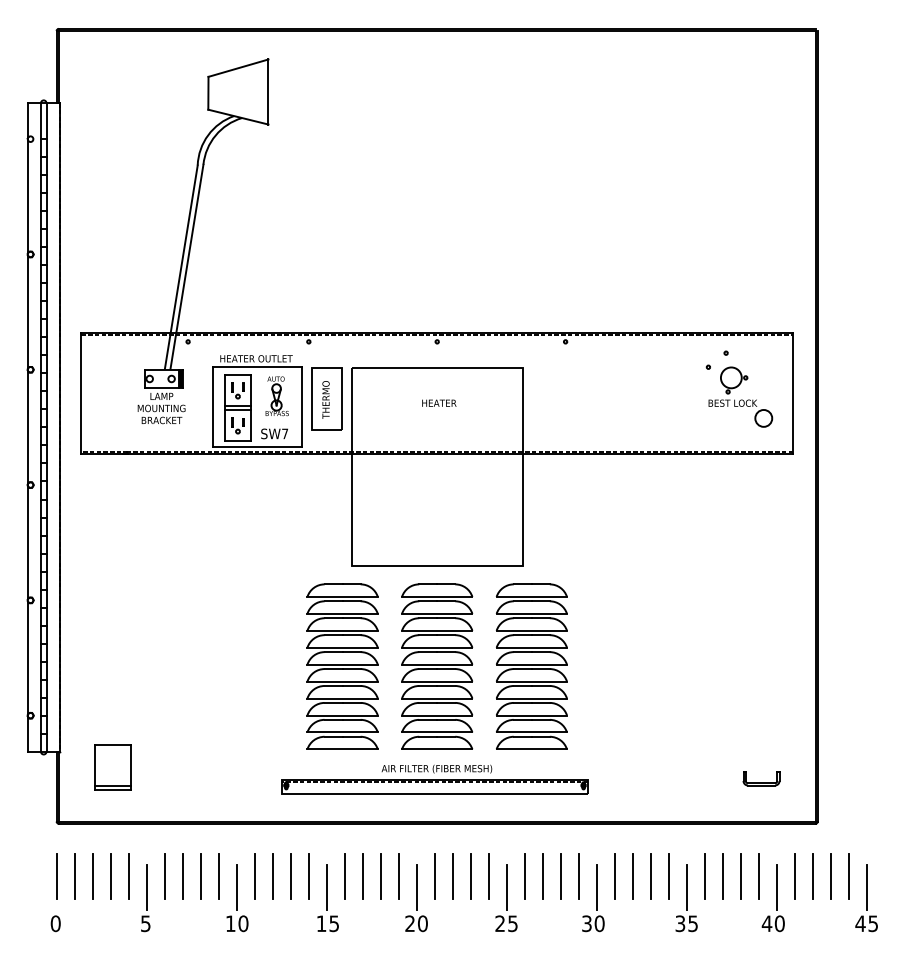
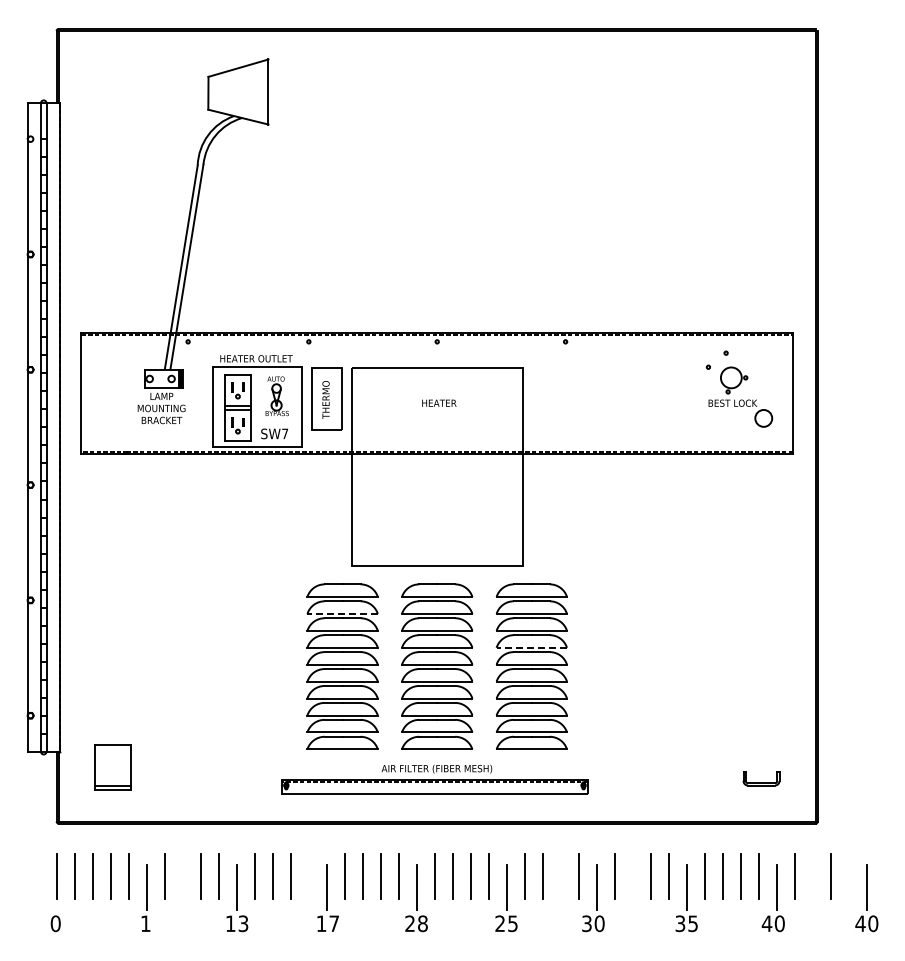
line at (342, 613): solid -> dashed
line at (531, 647): solid -> dashed
line at (182, 875): present -> none
line at (308, 875): present -> none
line at (561, 875): present -> none
line at (813, 875): present -> none
line at (849, 875): present -> none
line at (632, 876): present -> none
text at (145, 923): 5 -> 1
text at (243, 923): 10 -> 13
text at (333, 923): 15 -> 17
text at (422, 923): 20 -> 28
text at (873, 923): 45 -> 40
